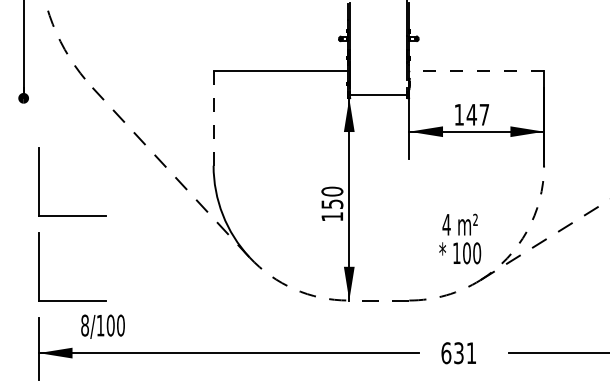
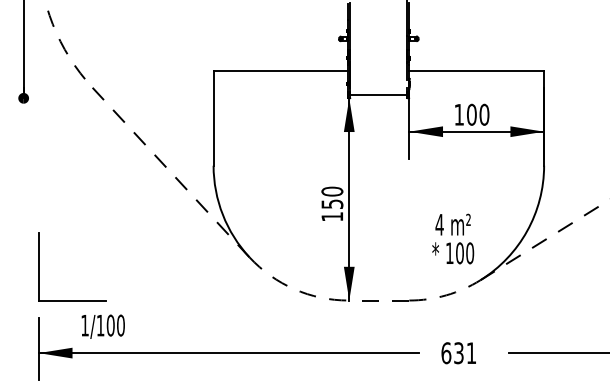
line at (476, 71): dashed -> solid
text at (477, 114): 147 -> 100
line at (213, 119): dashed -> solid
part at (39, 181): present -> none
arc at (527, 231): dashed -> solid
text at (460, 238) position: (460, 238) -> (453, 238)
text at (84, 325): 8/100 -> 1/100
